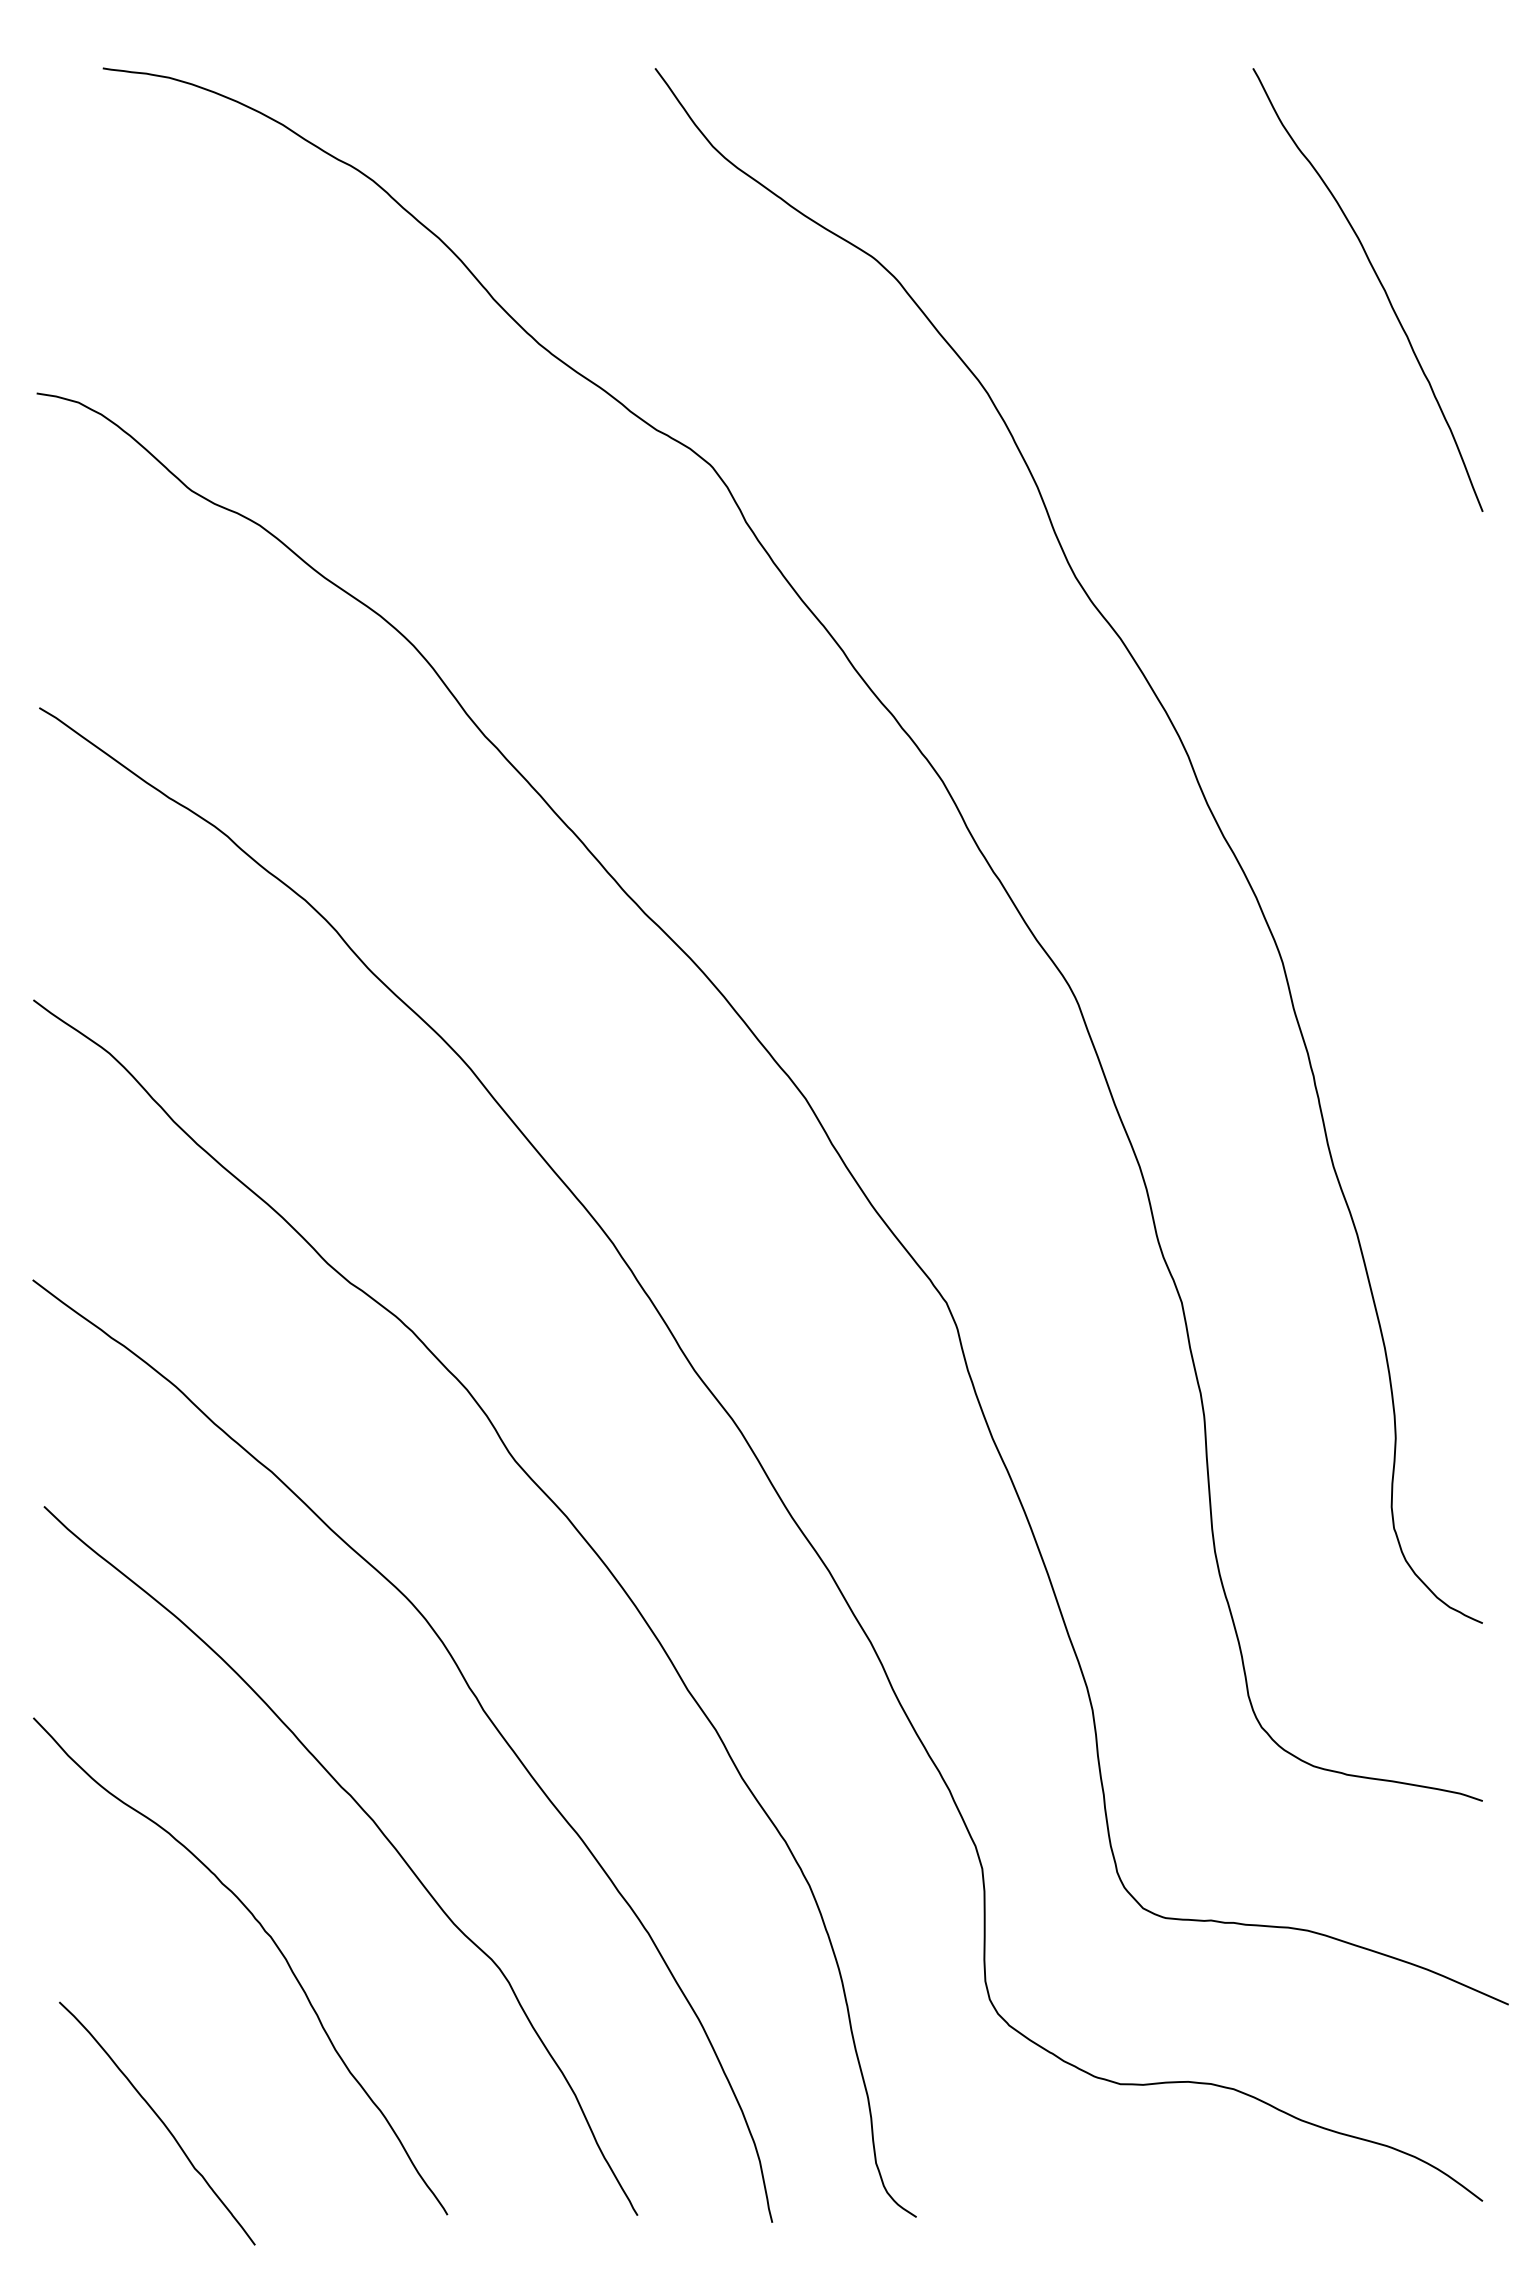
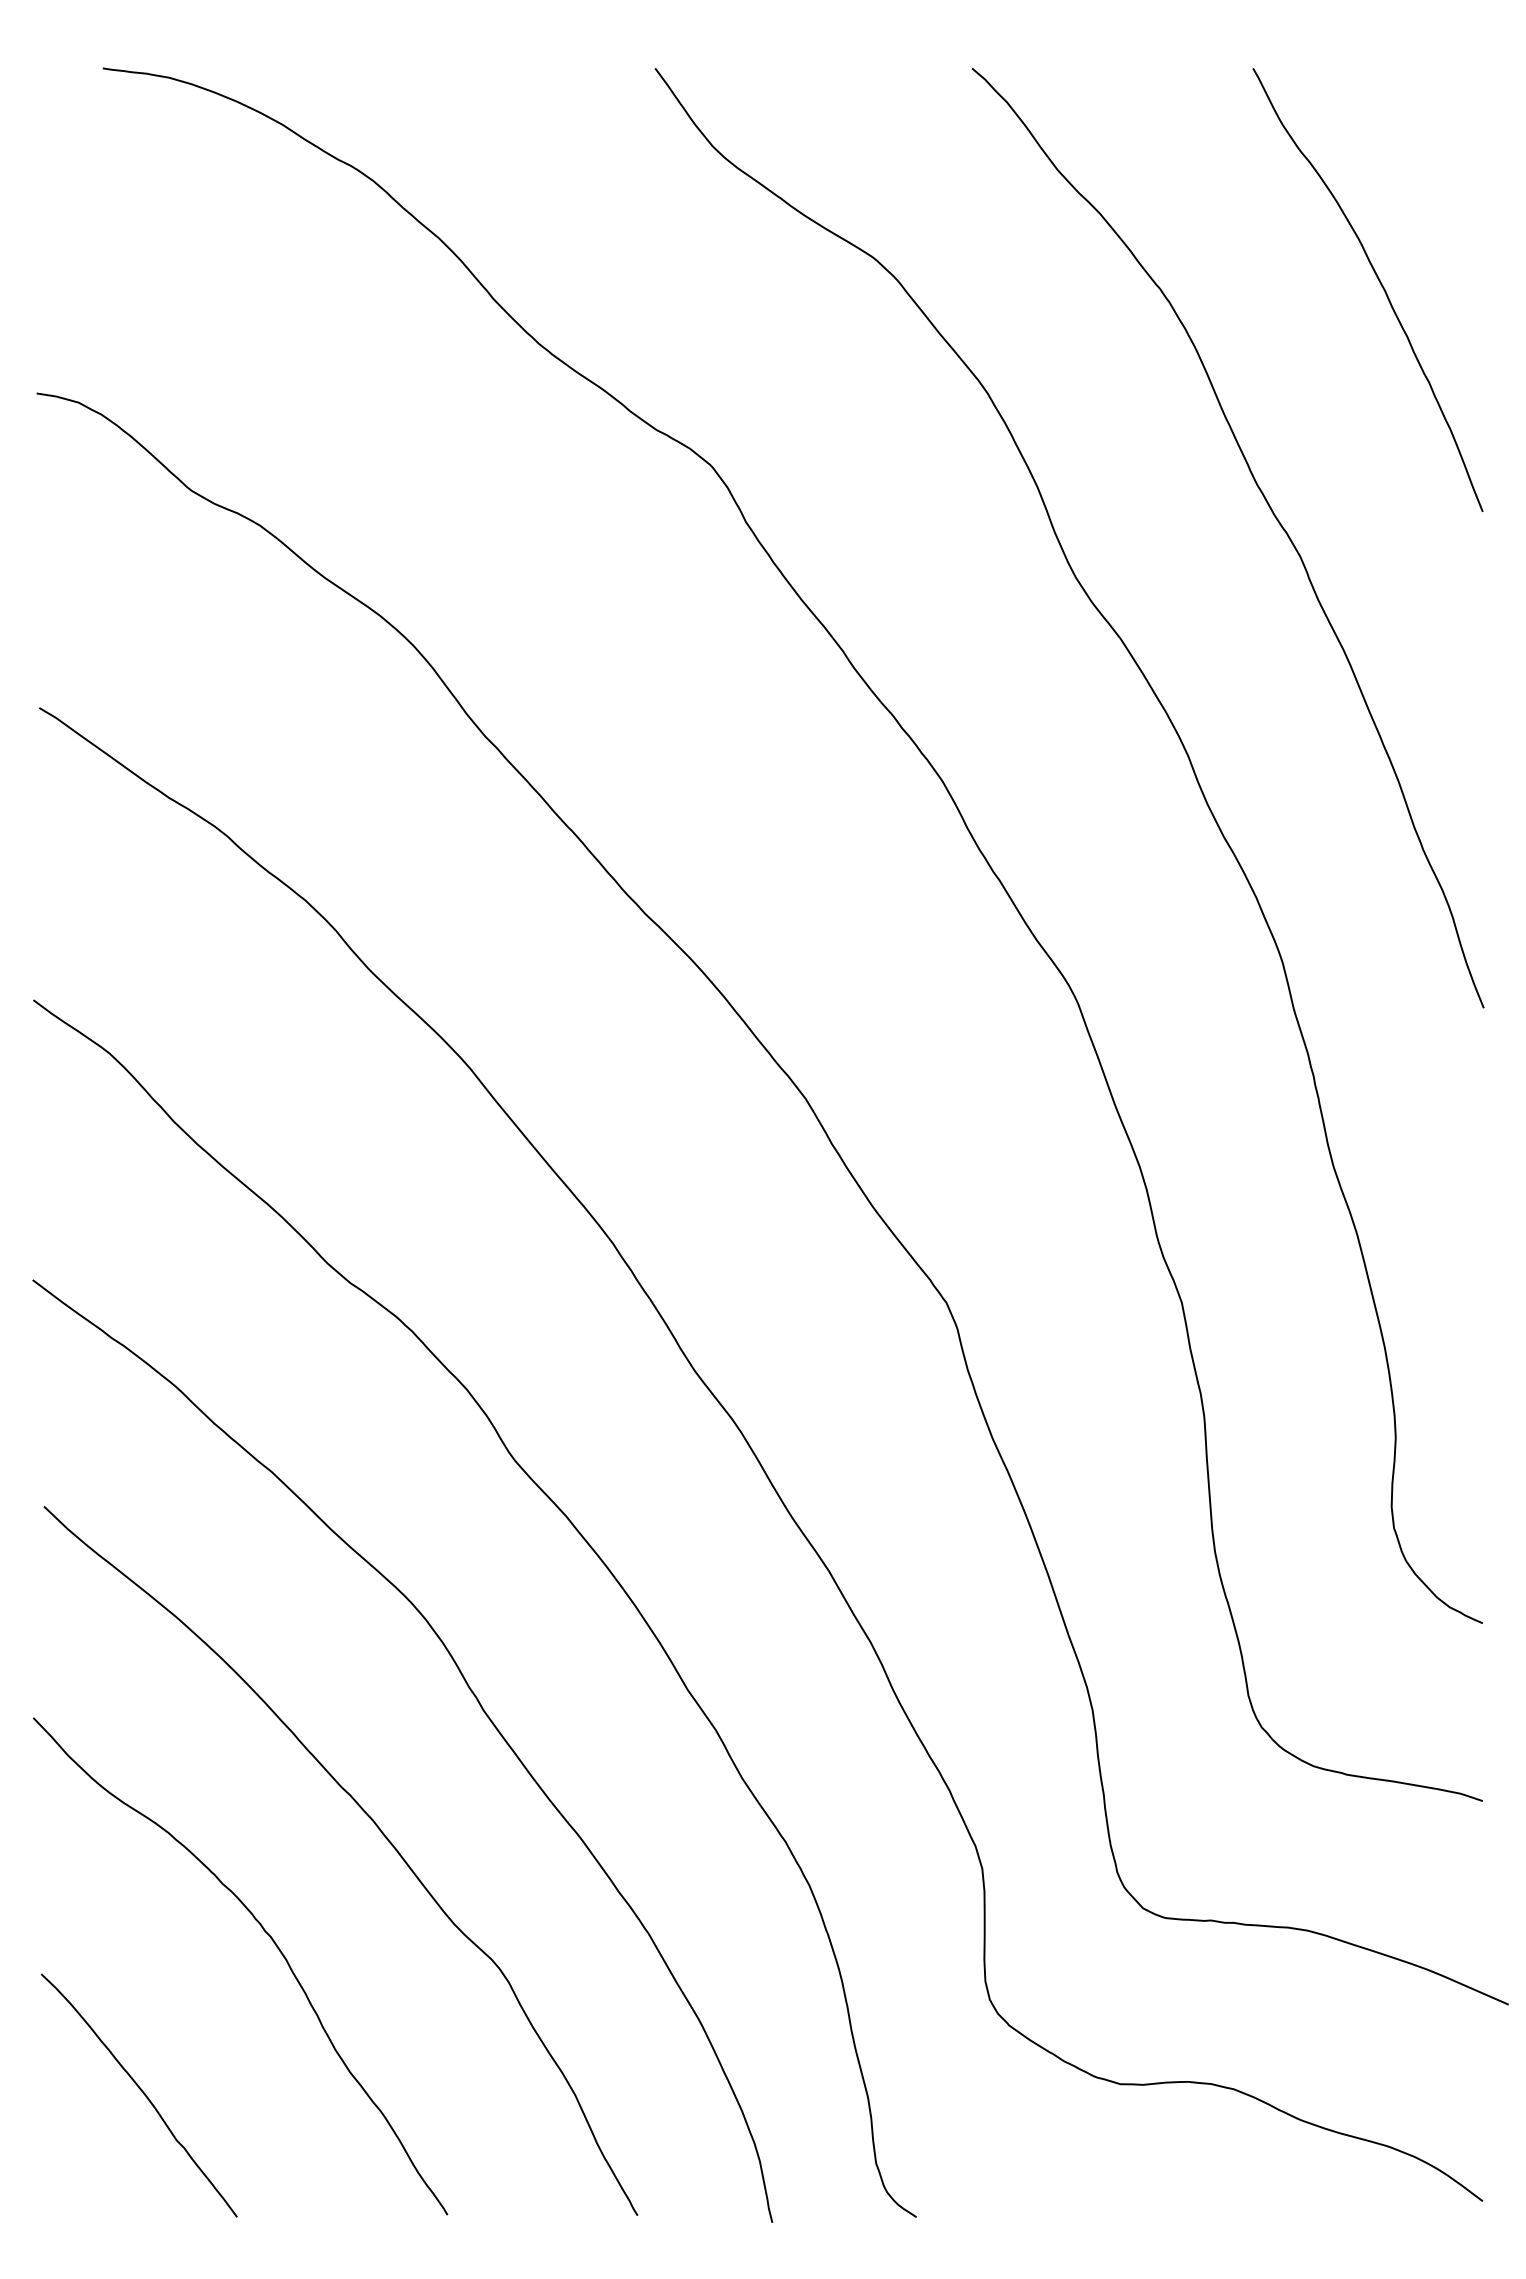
curve at (1270, 510): none -> present
curve at (160, 2121) position: (160, 2121) -> (142, 2093)
